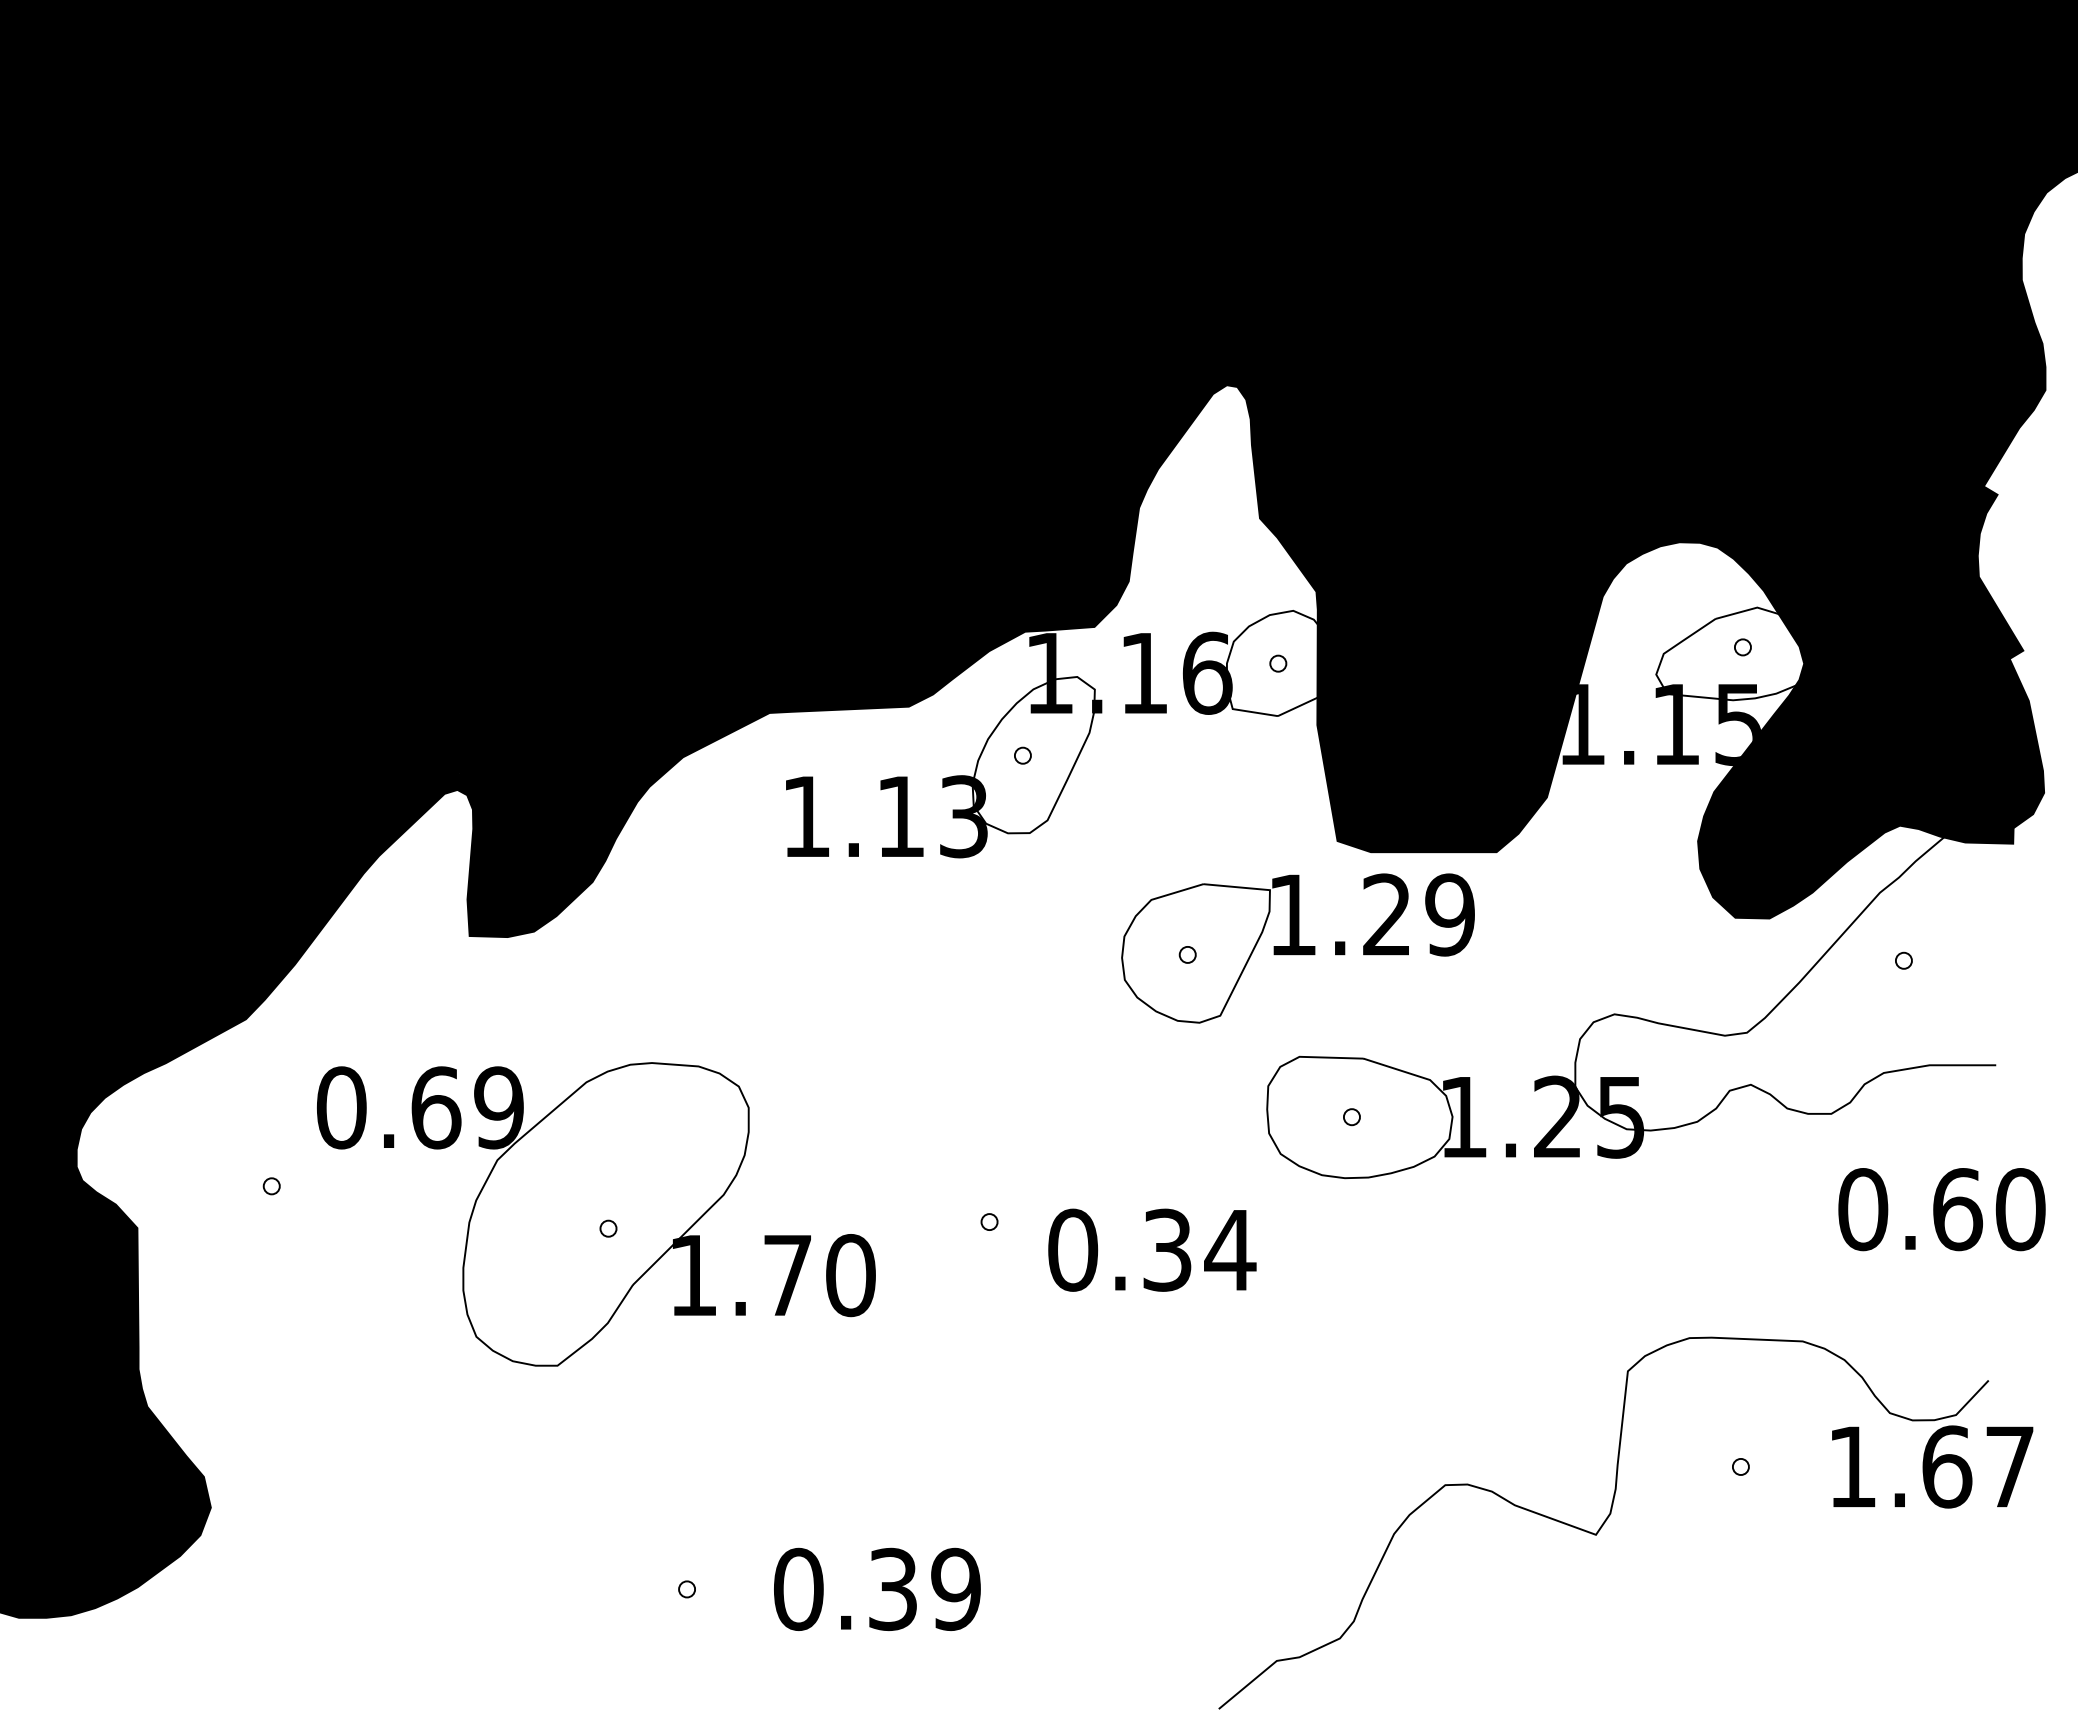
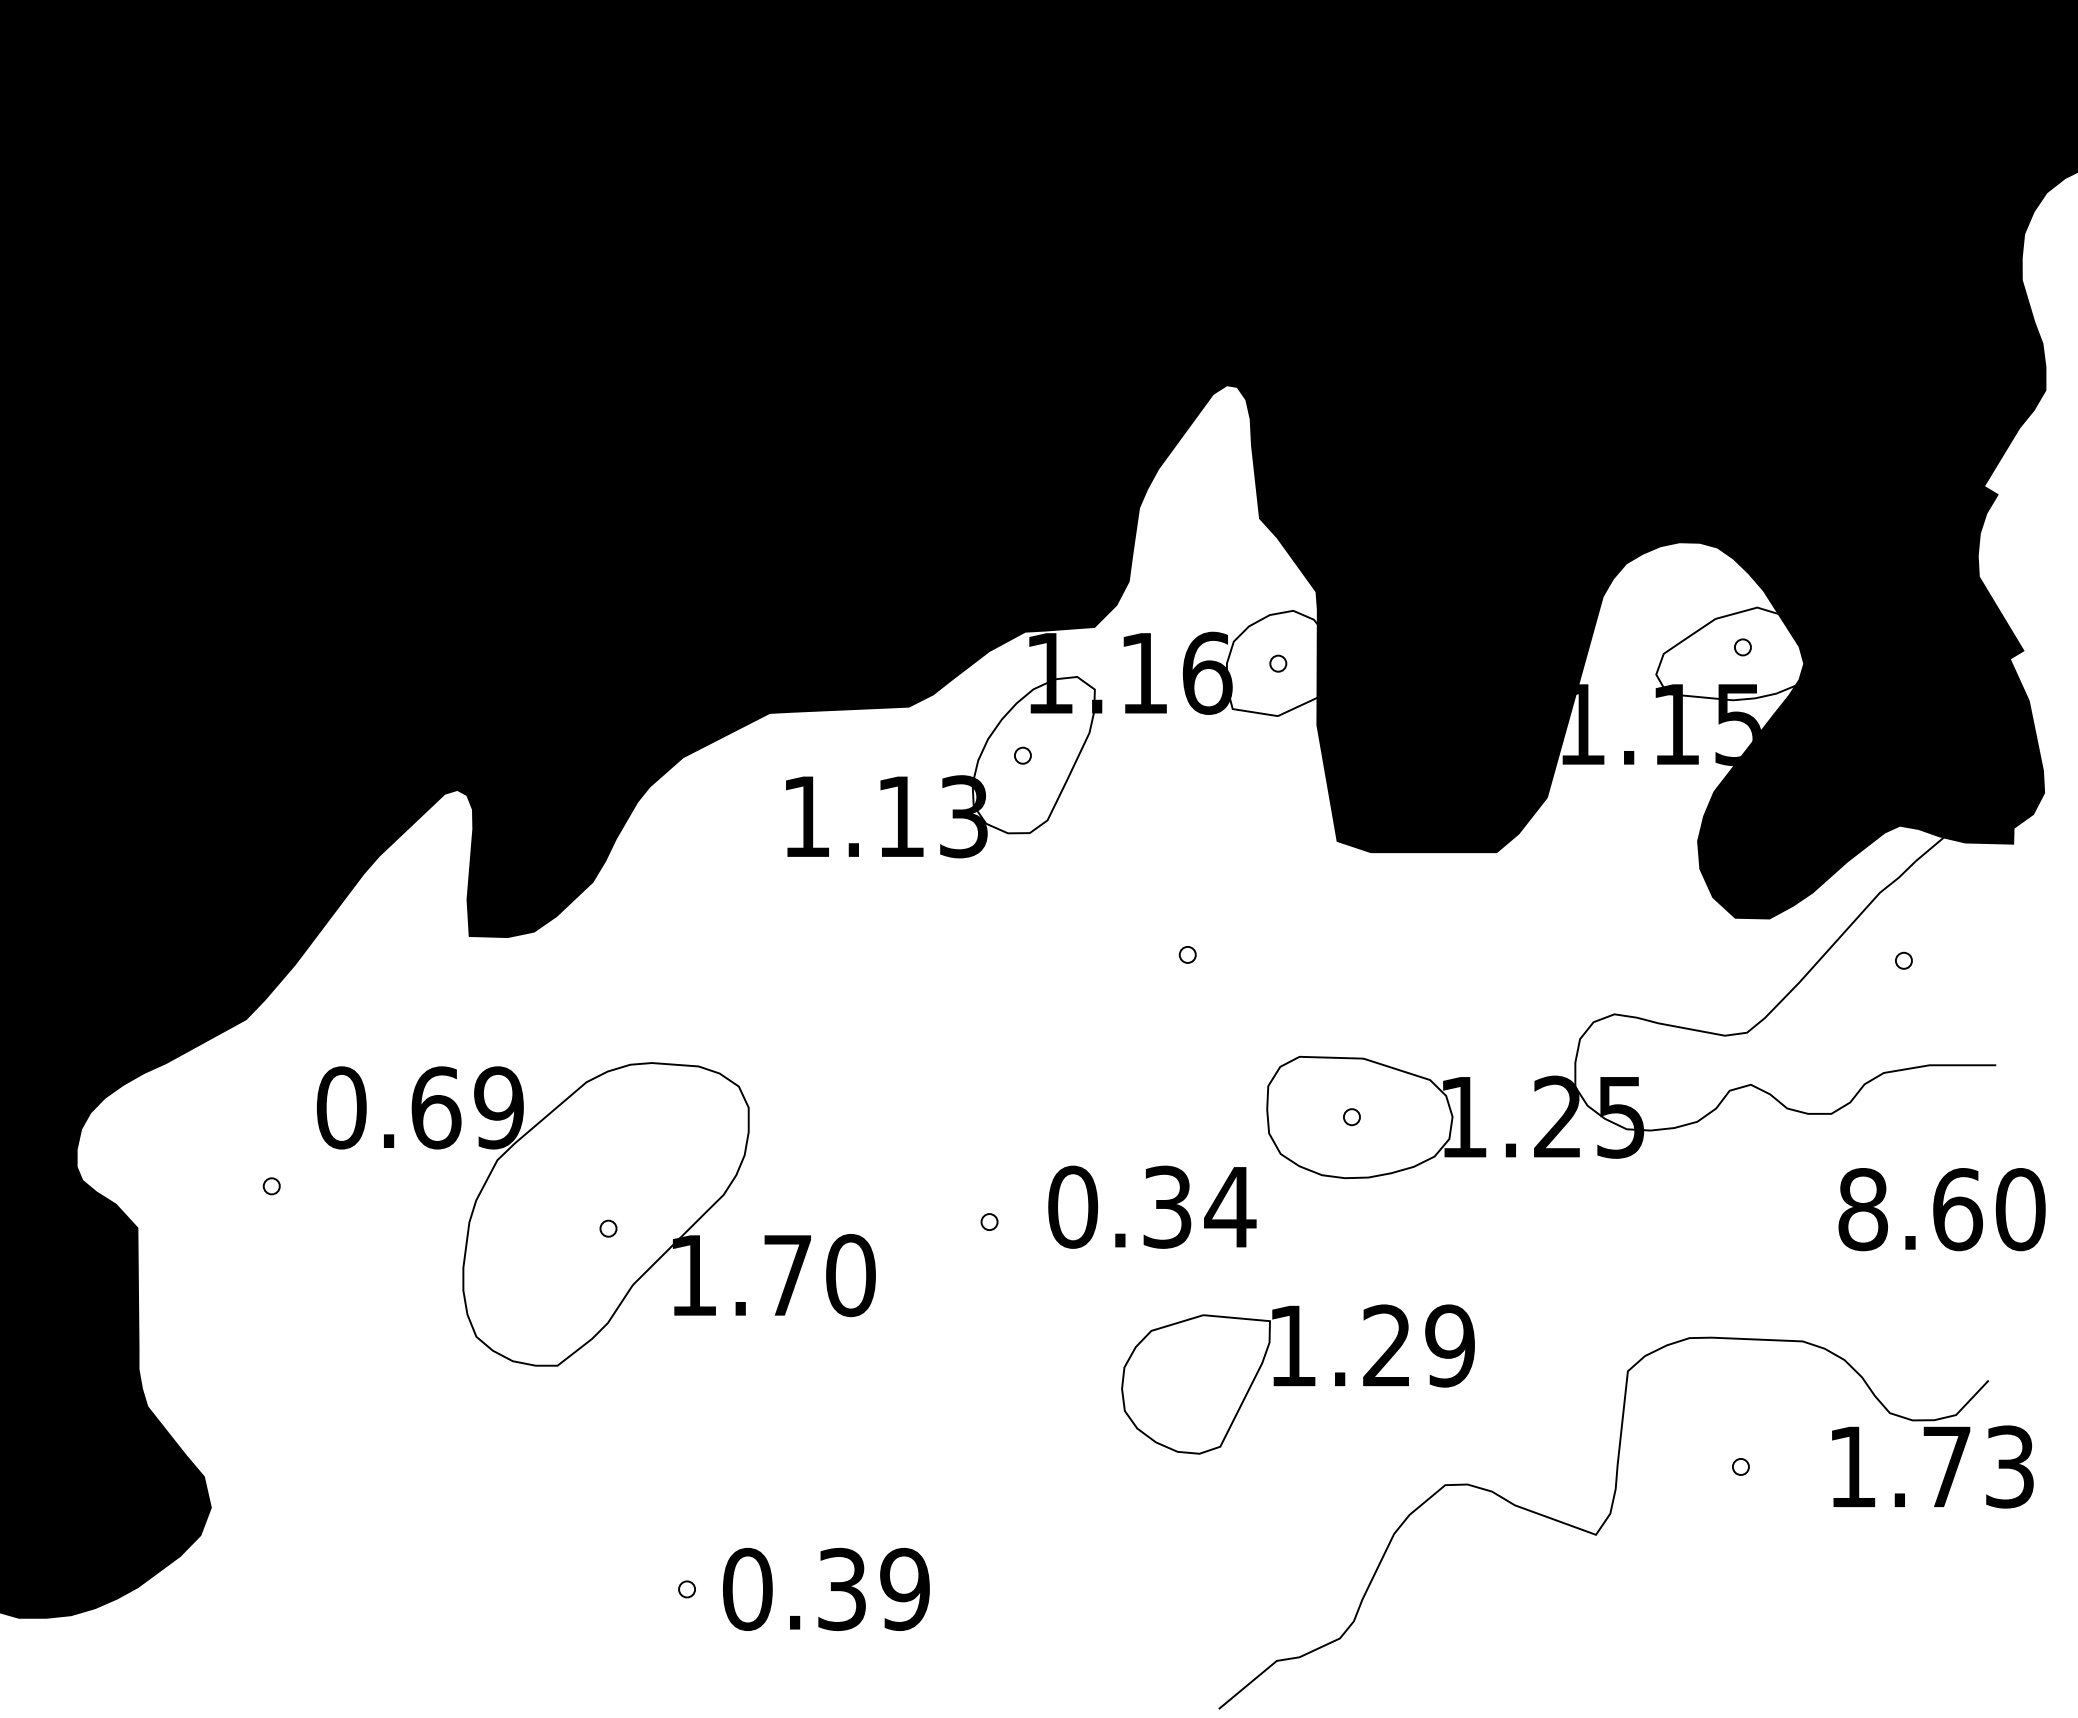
part at (1297, 948) position: (1297, 948) -> (1297, 1379)
text at (1863, 1209): 0.60 -> 8.60
text at (1152, 1249) position: (1152, 1249) -> (1152, 1206)
text at (1977, 1466): 1.67 -> 1.73
text at (877, 1588) position: (877, 1588) -> (826, 1588)
